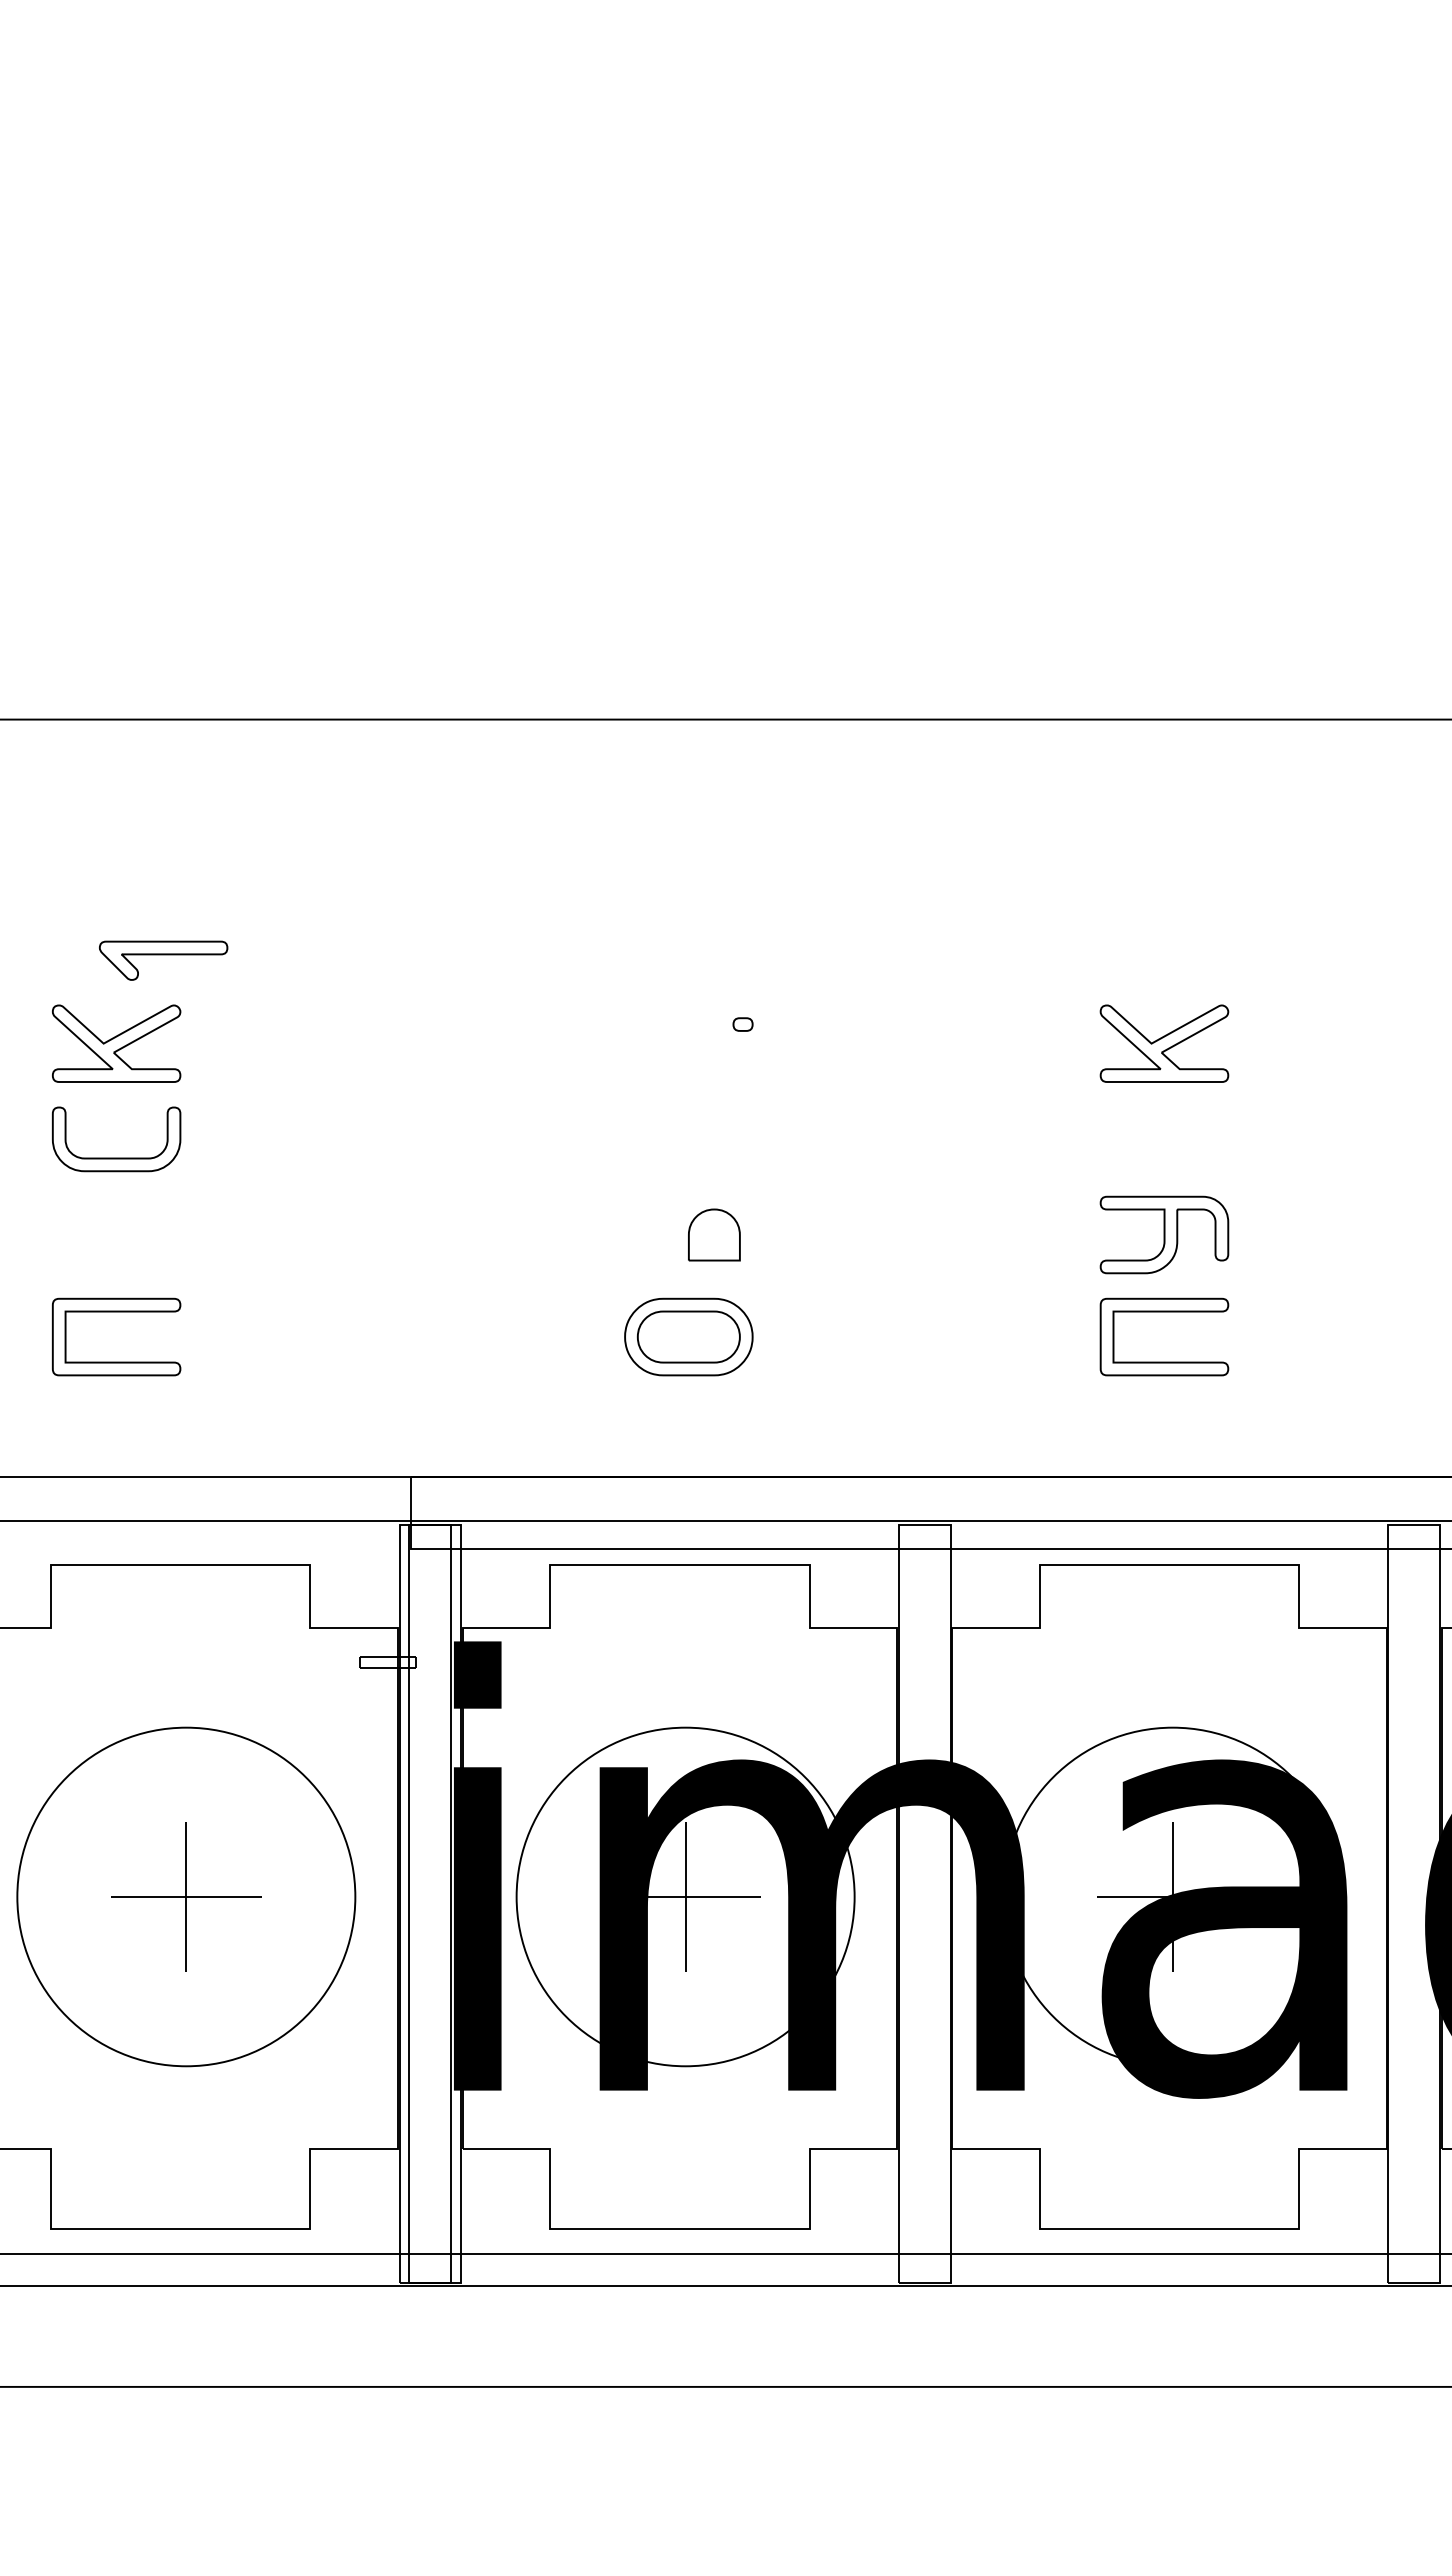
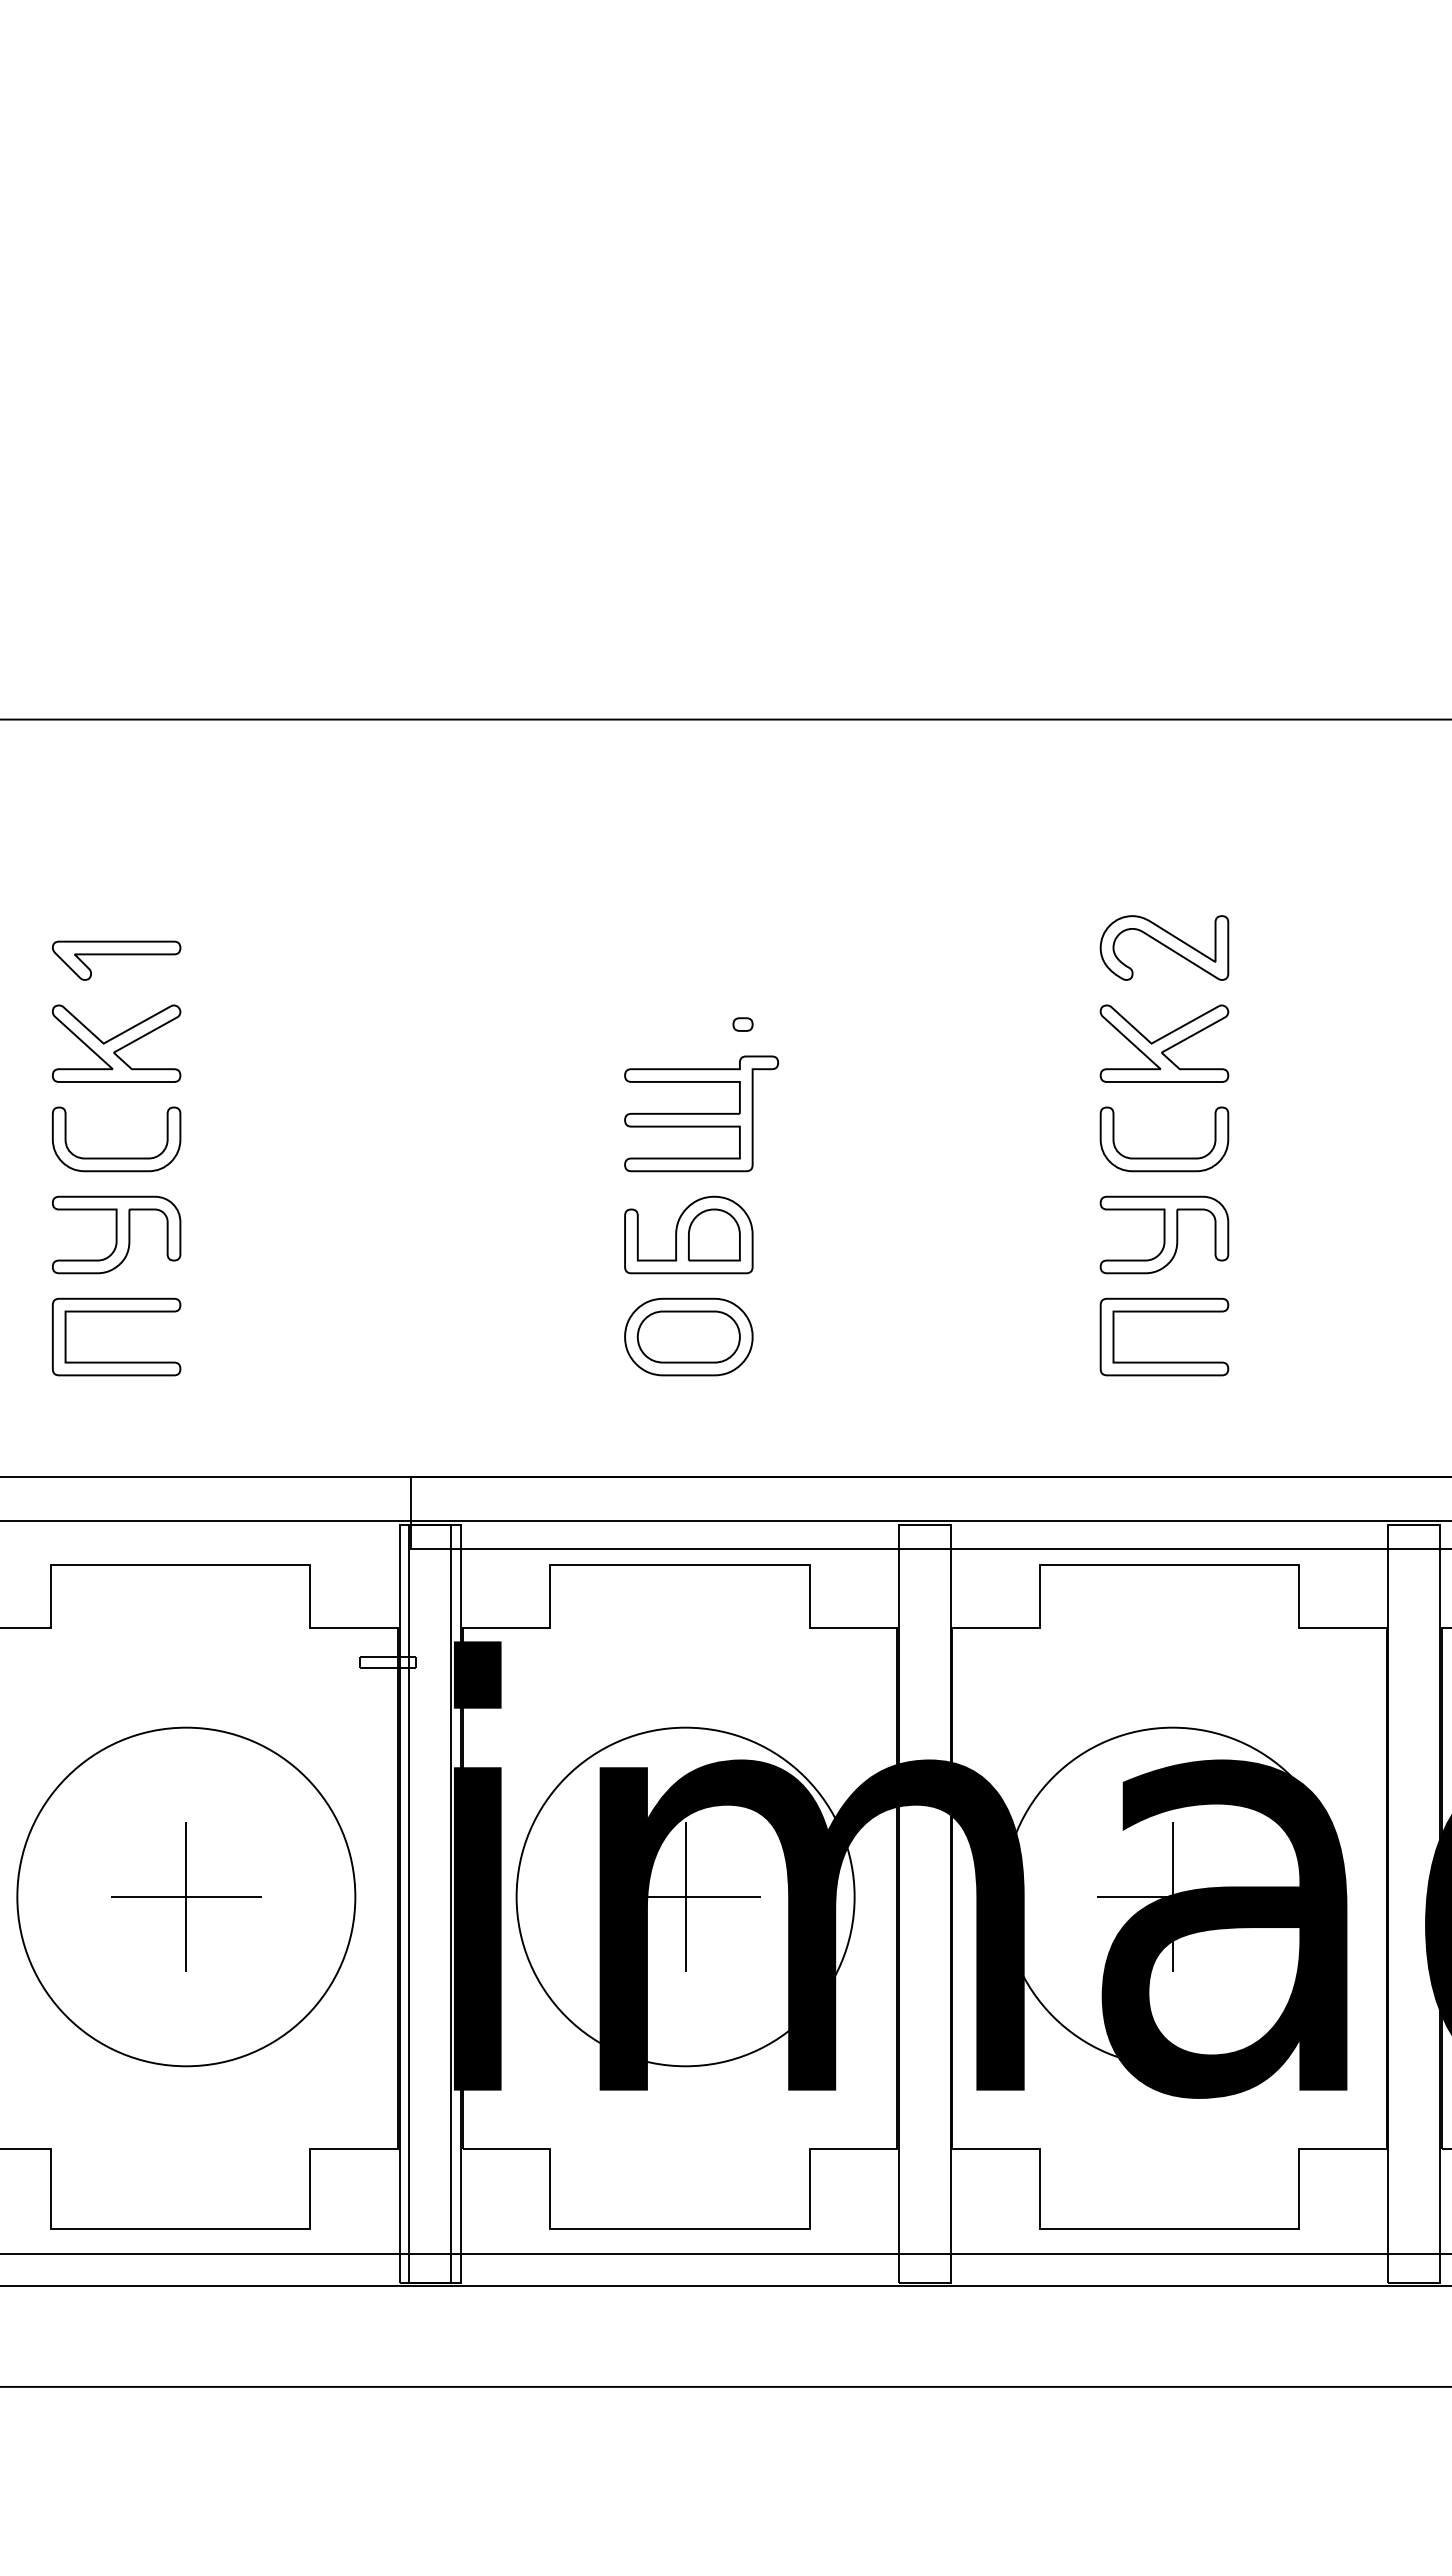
part at (1164, 947): none -> present
part at (163, 960) position: (163, 960) -> (116, 960)
part at (701, 1113): none -> present
part at (1164, 1157): none -> present
part at (116, 1234): none -> present
part at (688, 1234): none -> present
